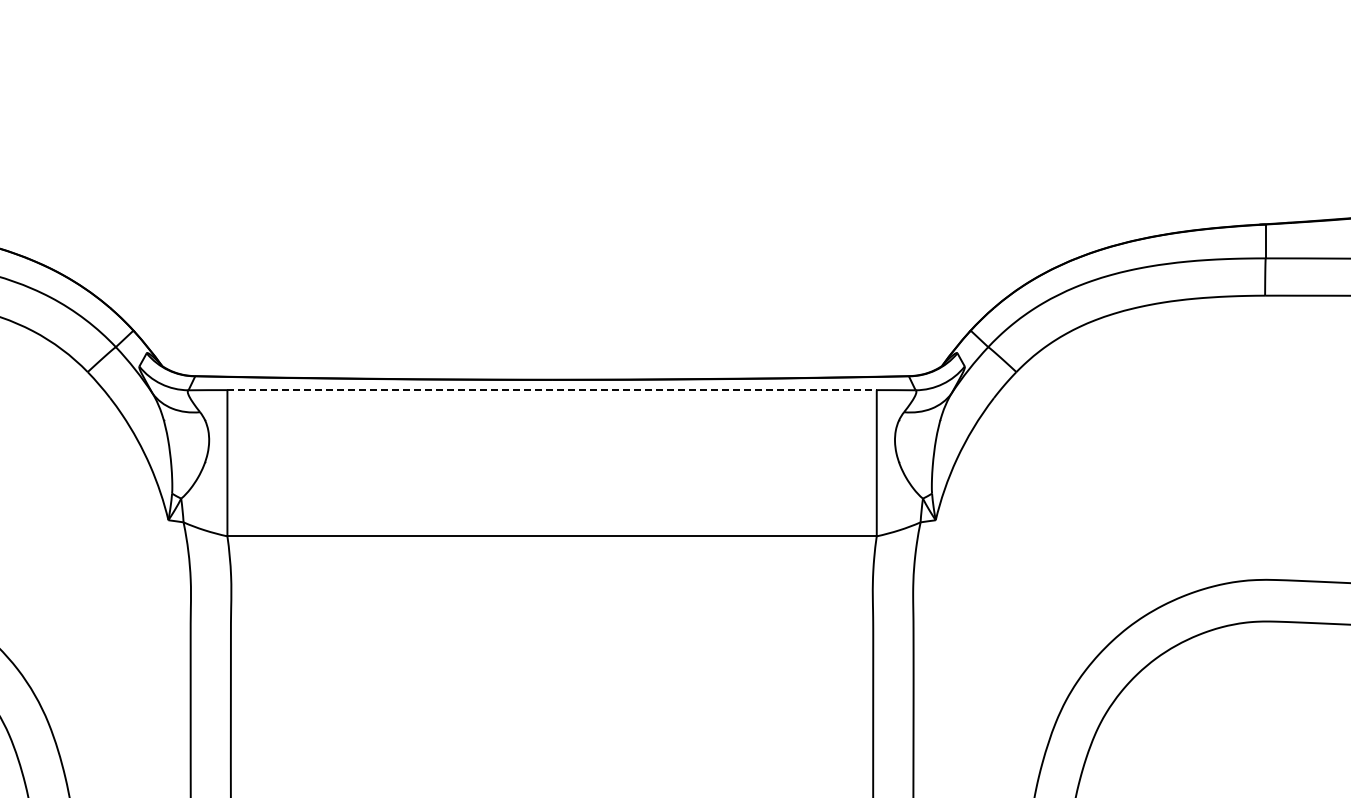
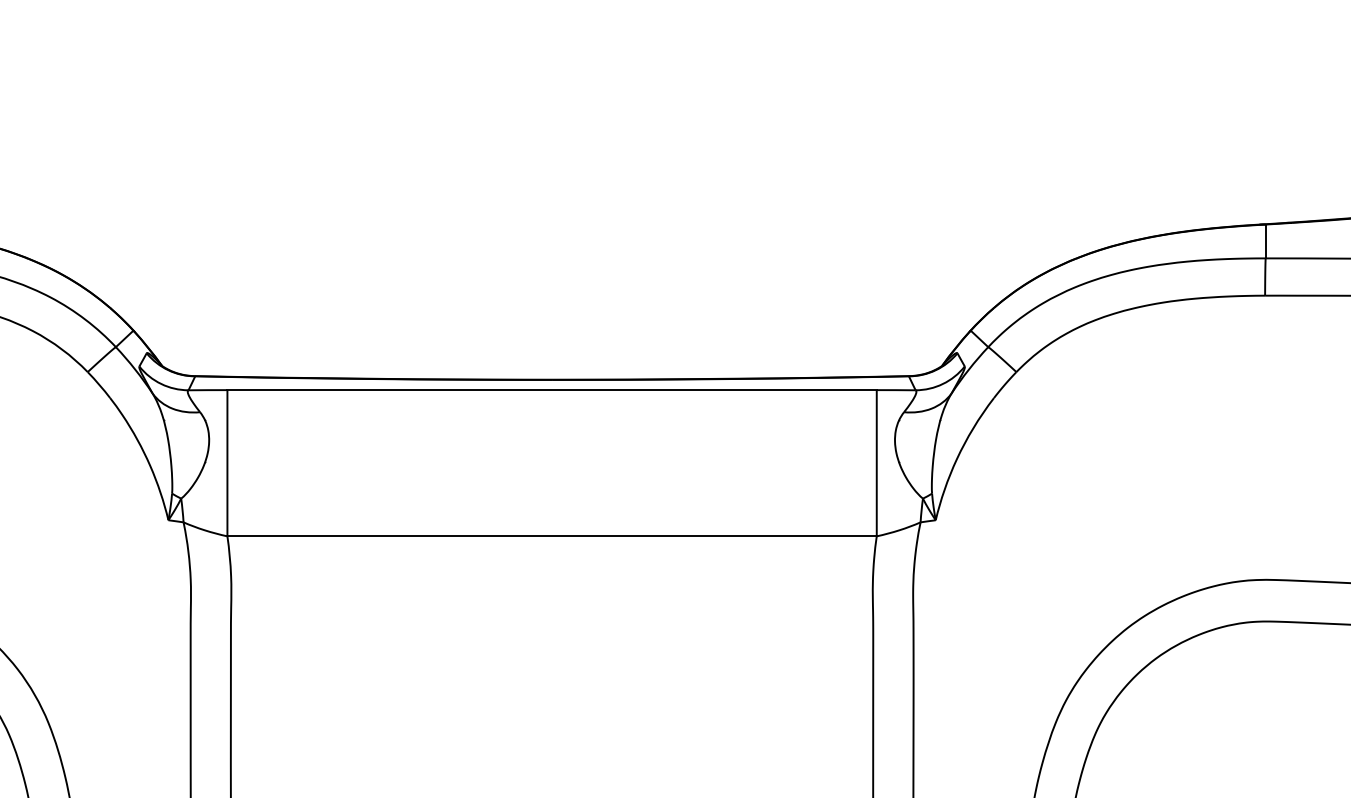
line at (552, 390): dashed -> solid
